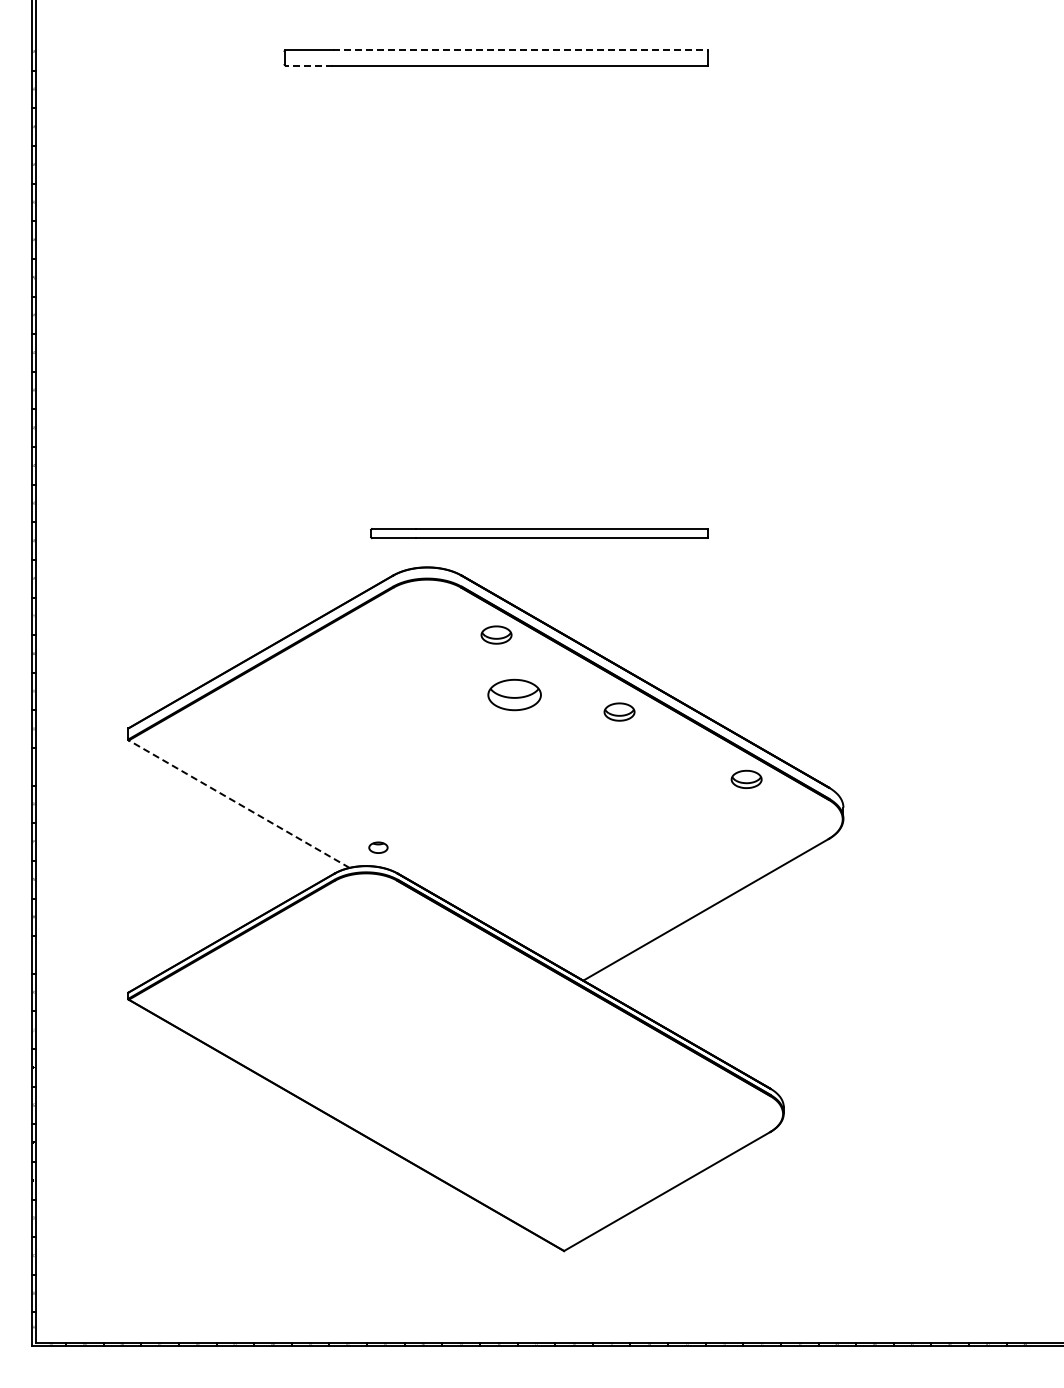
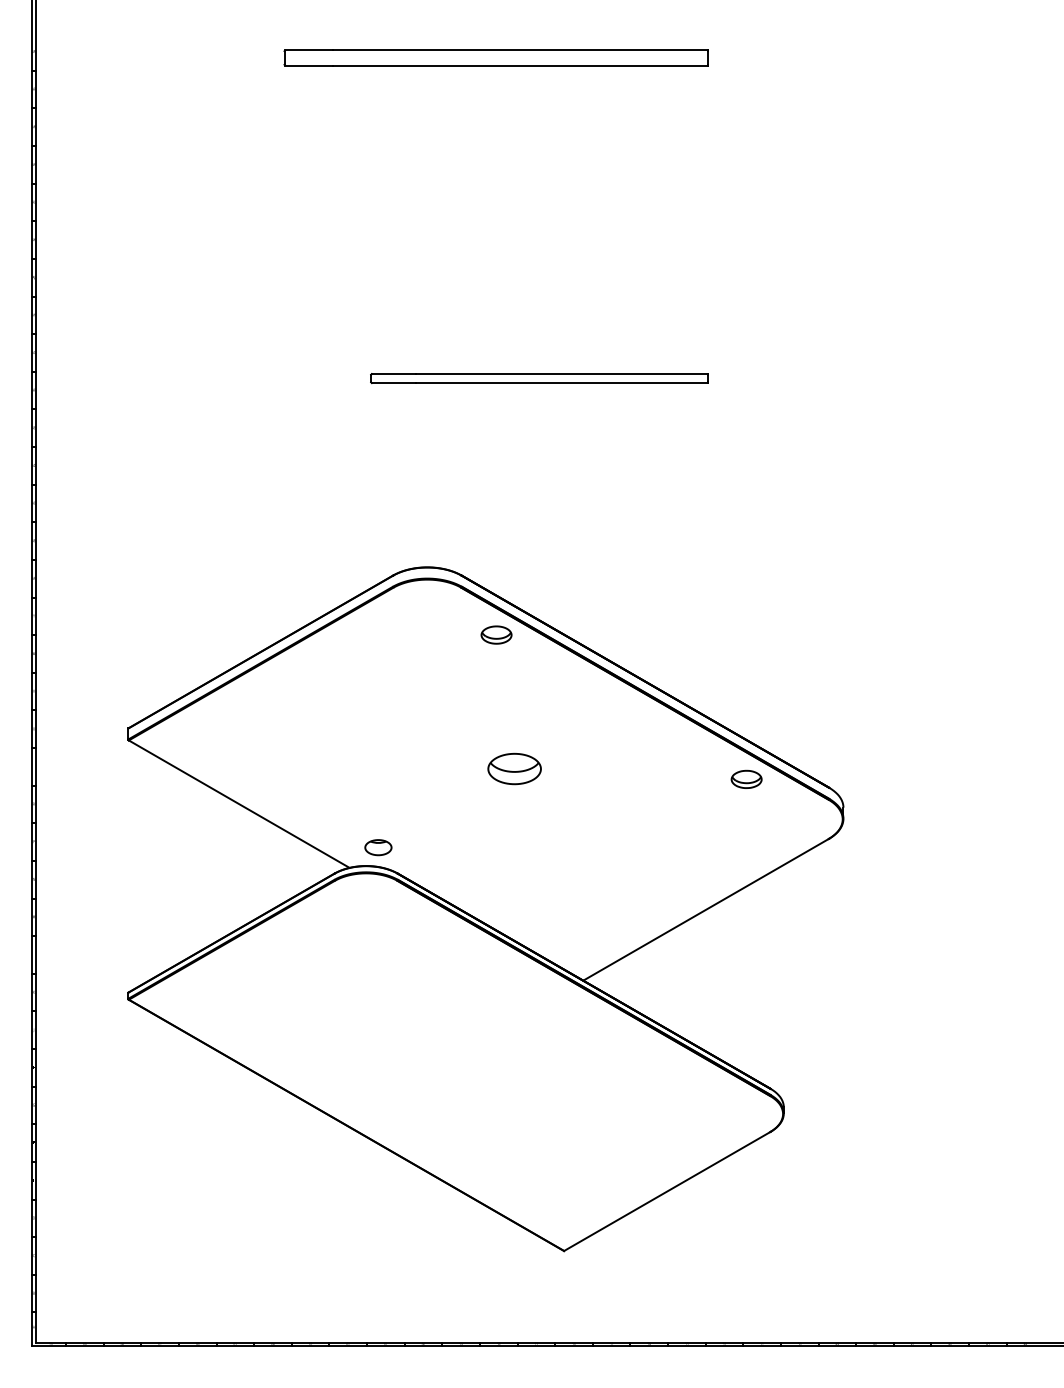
line at (520, 50): dashed -> solid
line at (308, 65): dashed -> solid
part at (539, 533) position: (539, 533) -> (539, 378)
part at (514, 694) position: (514, 694) -> (514, 768)
part at (619, 711): present -> none
line at (238, 803): dashed -> solid
part at (378, 847) size: 21x13 px -> 29x18 px
